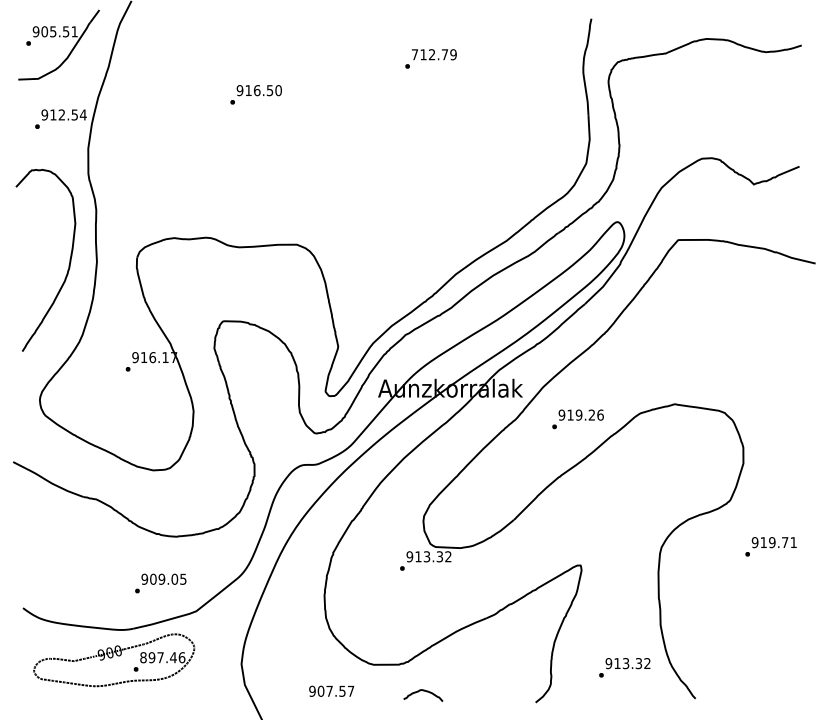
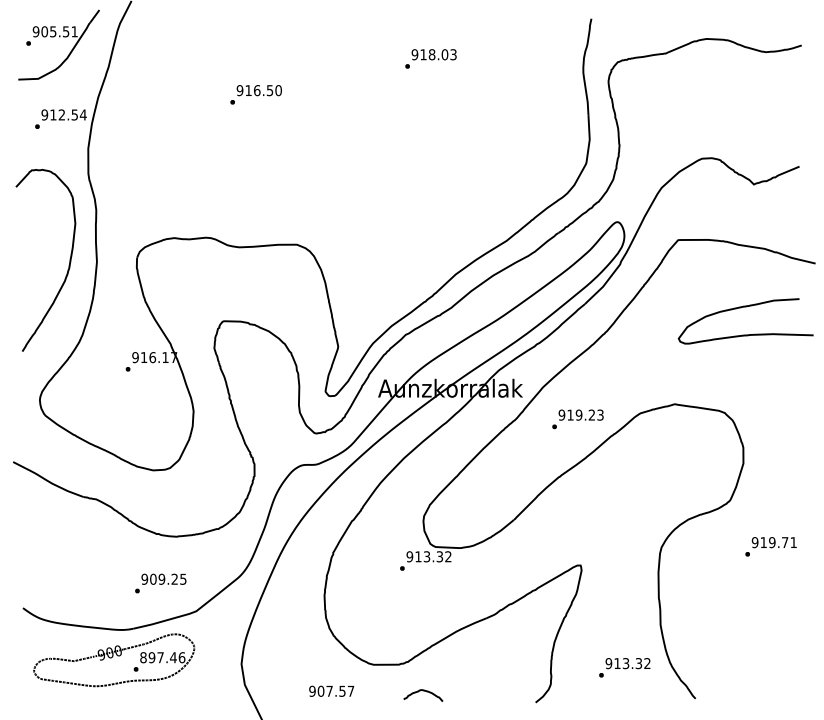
text at (433, 54): 712.79 -> 918.03
curve at (745, 334): none -> present
text at (600, 414): 919.26 -> 919.23
text at (174, 578): 909.05 -> 909.25
